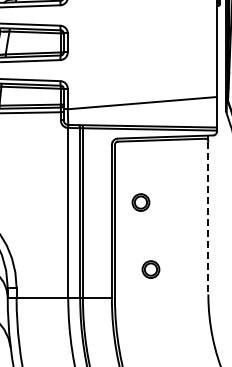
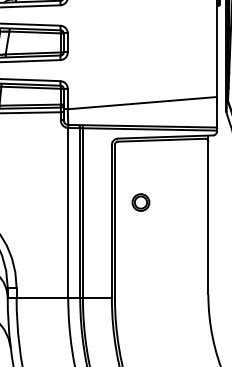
line at (208, 218): dashed -> solid
part at (150, 269): present -> none
